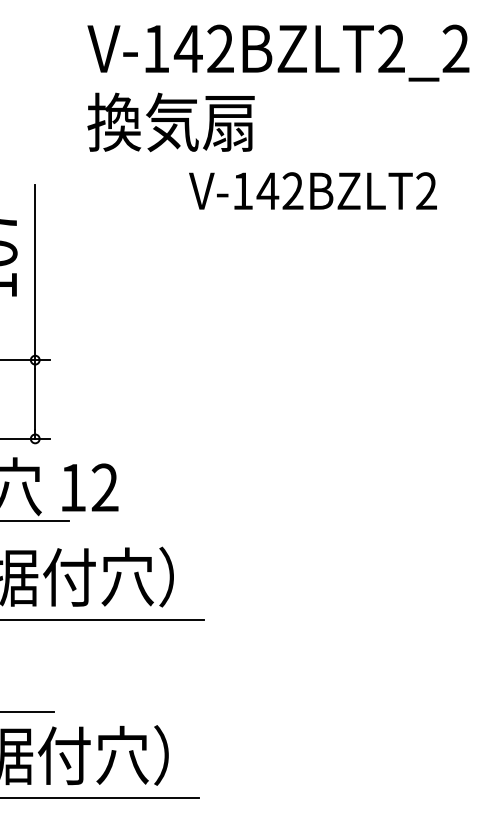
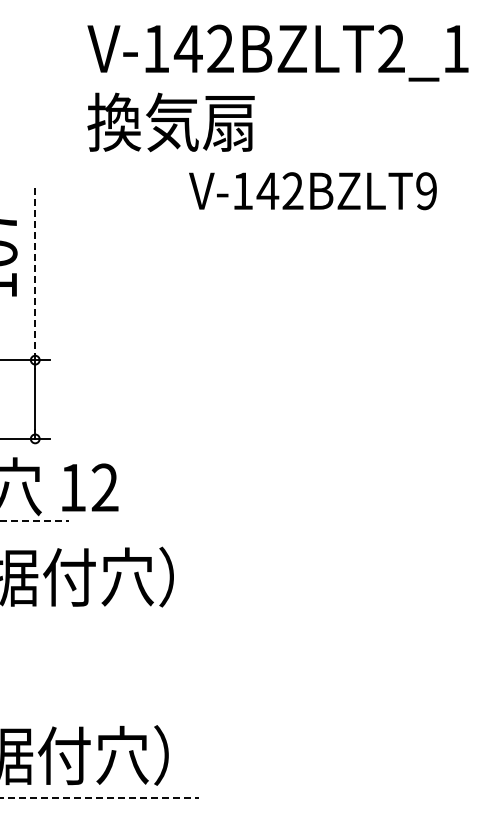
text at (455, 48): V-142BZLT2_2 -> V-142BZLT2_1
text at (426, 191): V-142BZLT2 -> V-142BZLT9
line at (35, 272): solid -> dashed
line at (35, 520): solid -> dashed
line at (102, 619): present -> none
line at (28, 711): present -> none
line at (99, 798): solid -> dashed
